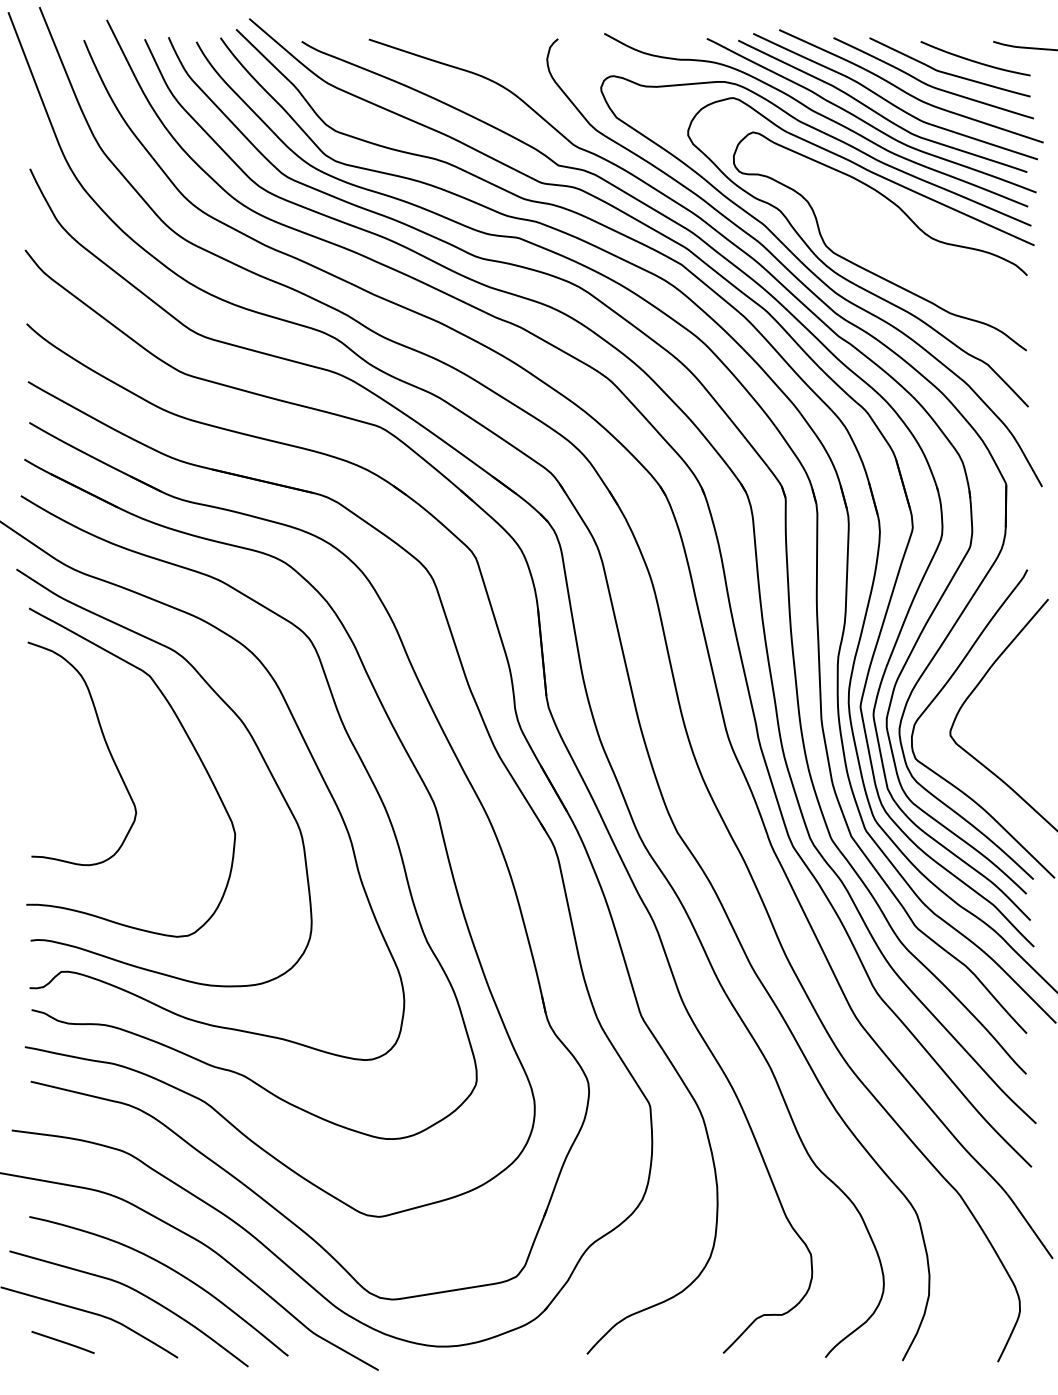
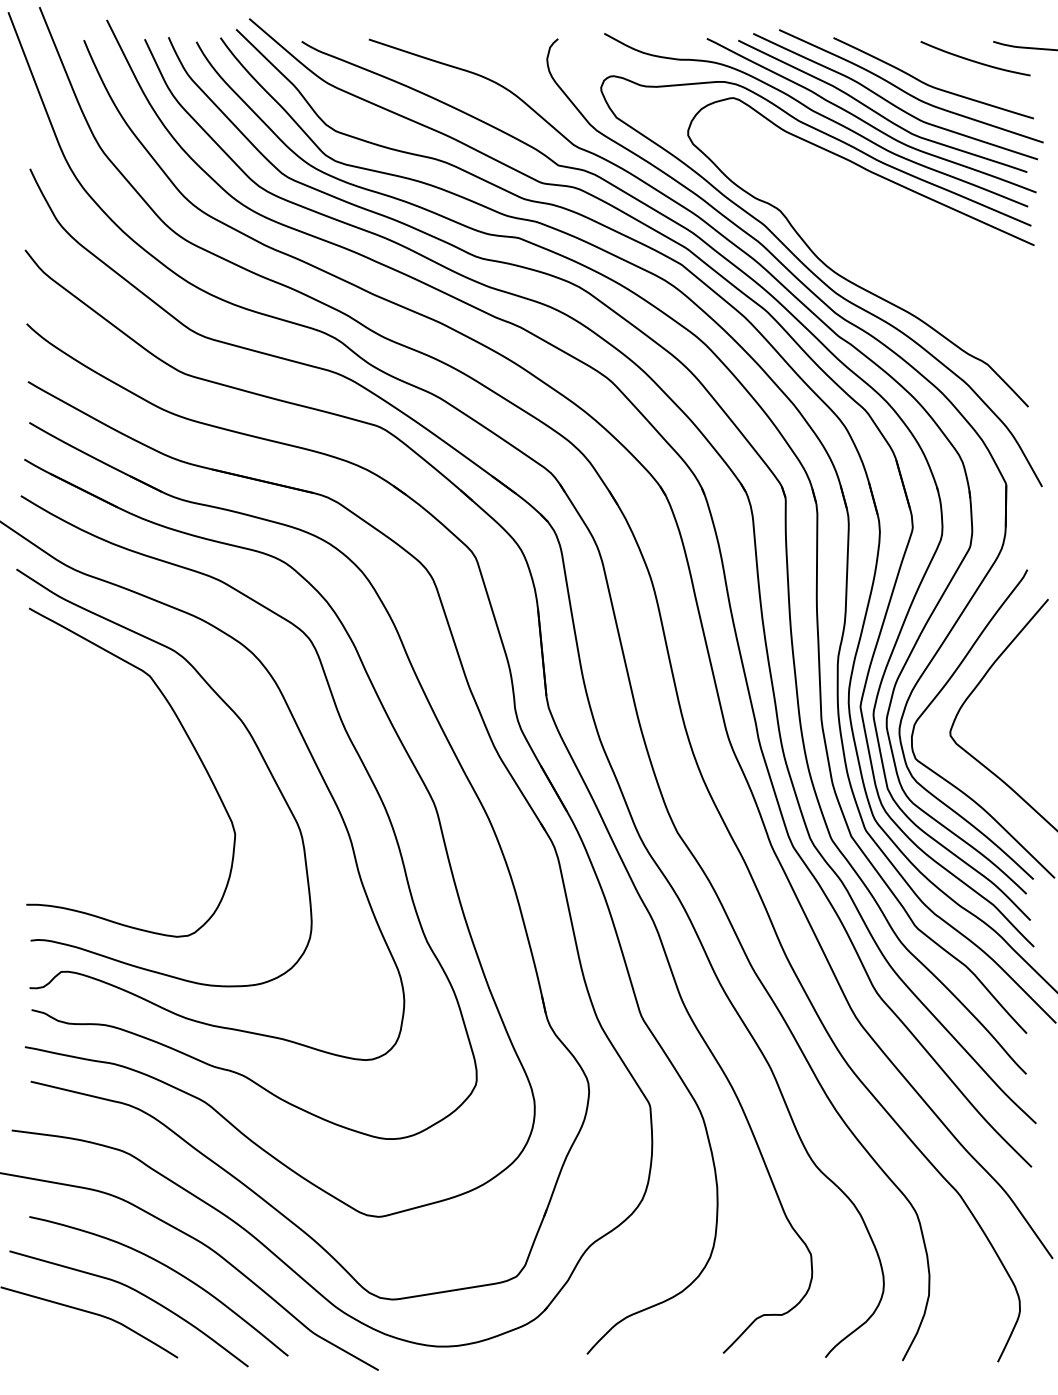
curve at (947, 72): present -> none
curve at (867, 269): present -> none
curve at (105, 744): present -> none
line at (62, 1342): present -> none
